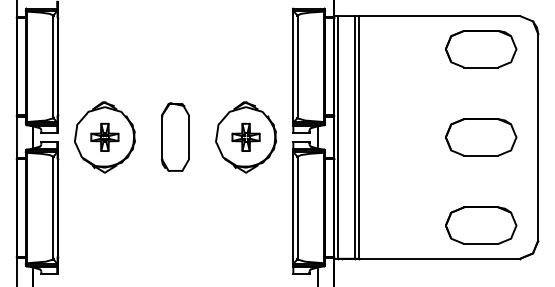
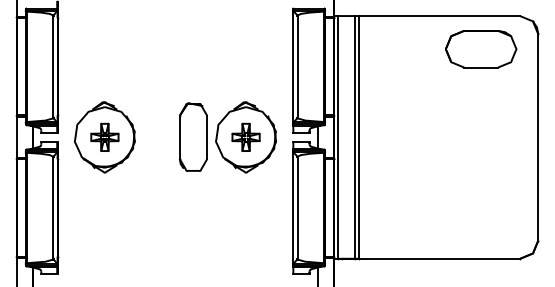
part at (175, 136) position: (175, 136) -> (193, 136)
part at (481, 137): present -> none
part at (481, 225): present -> none
